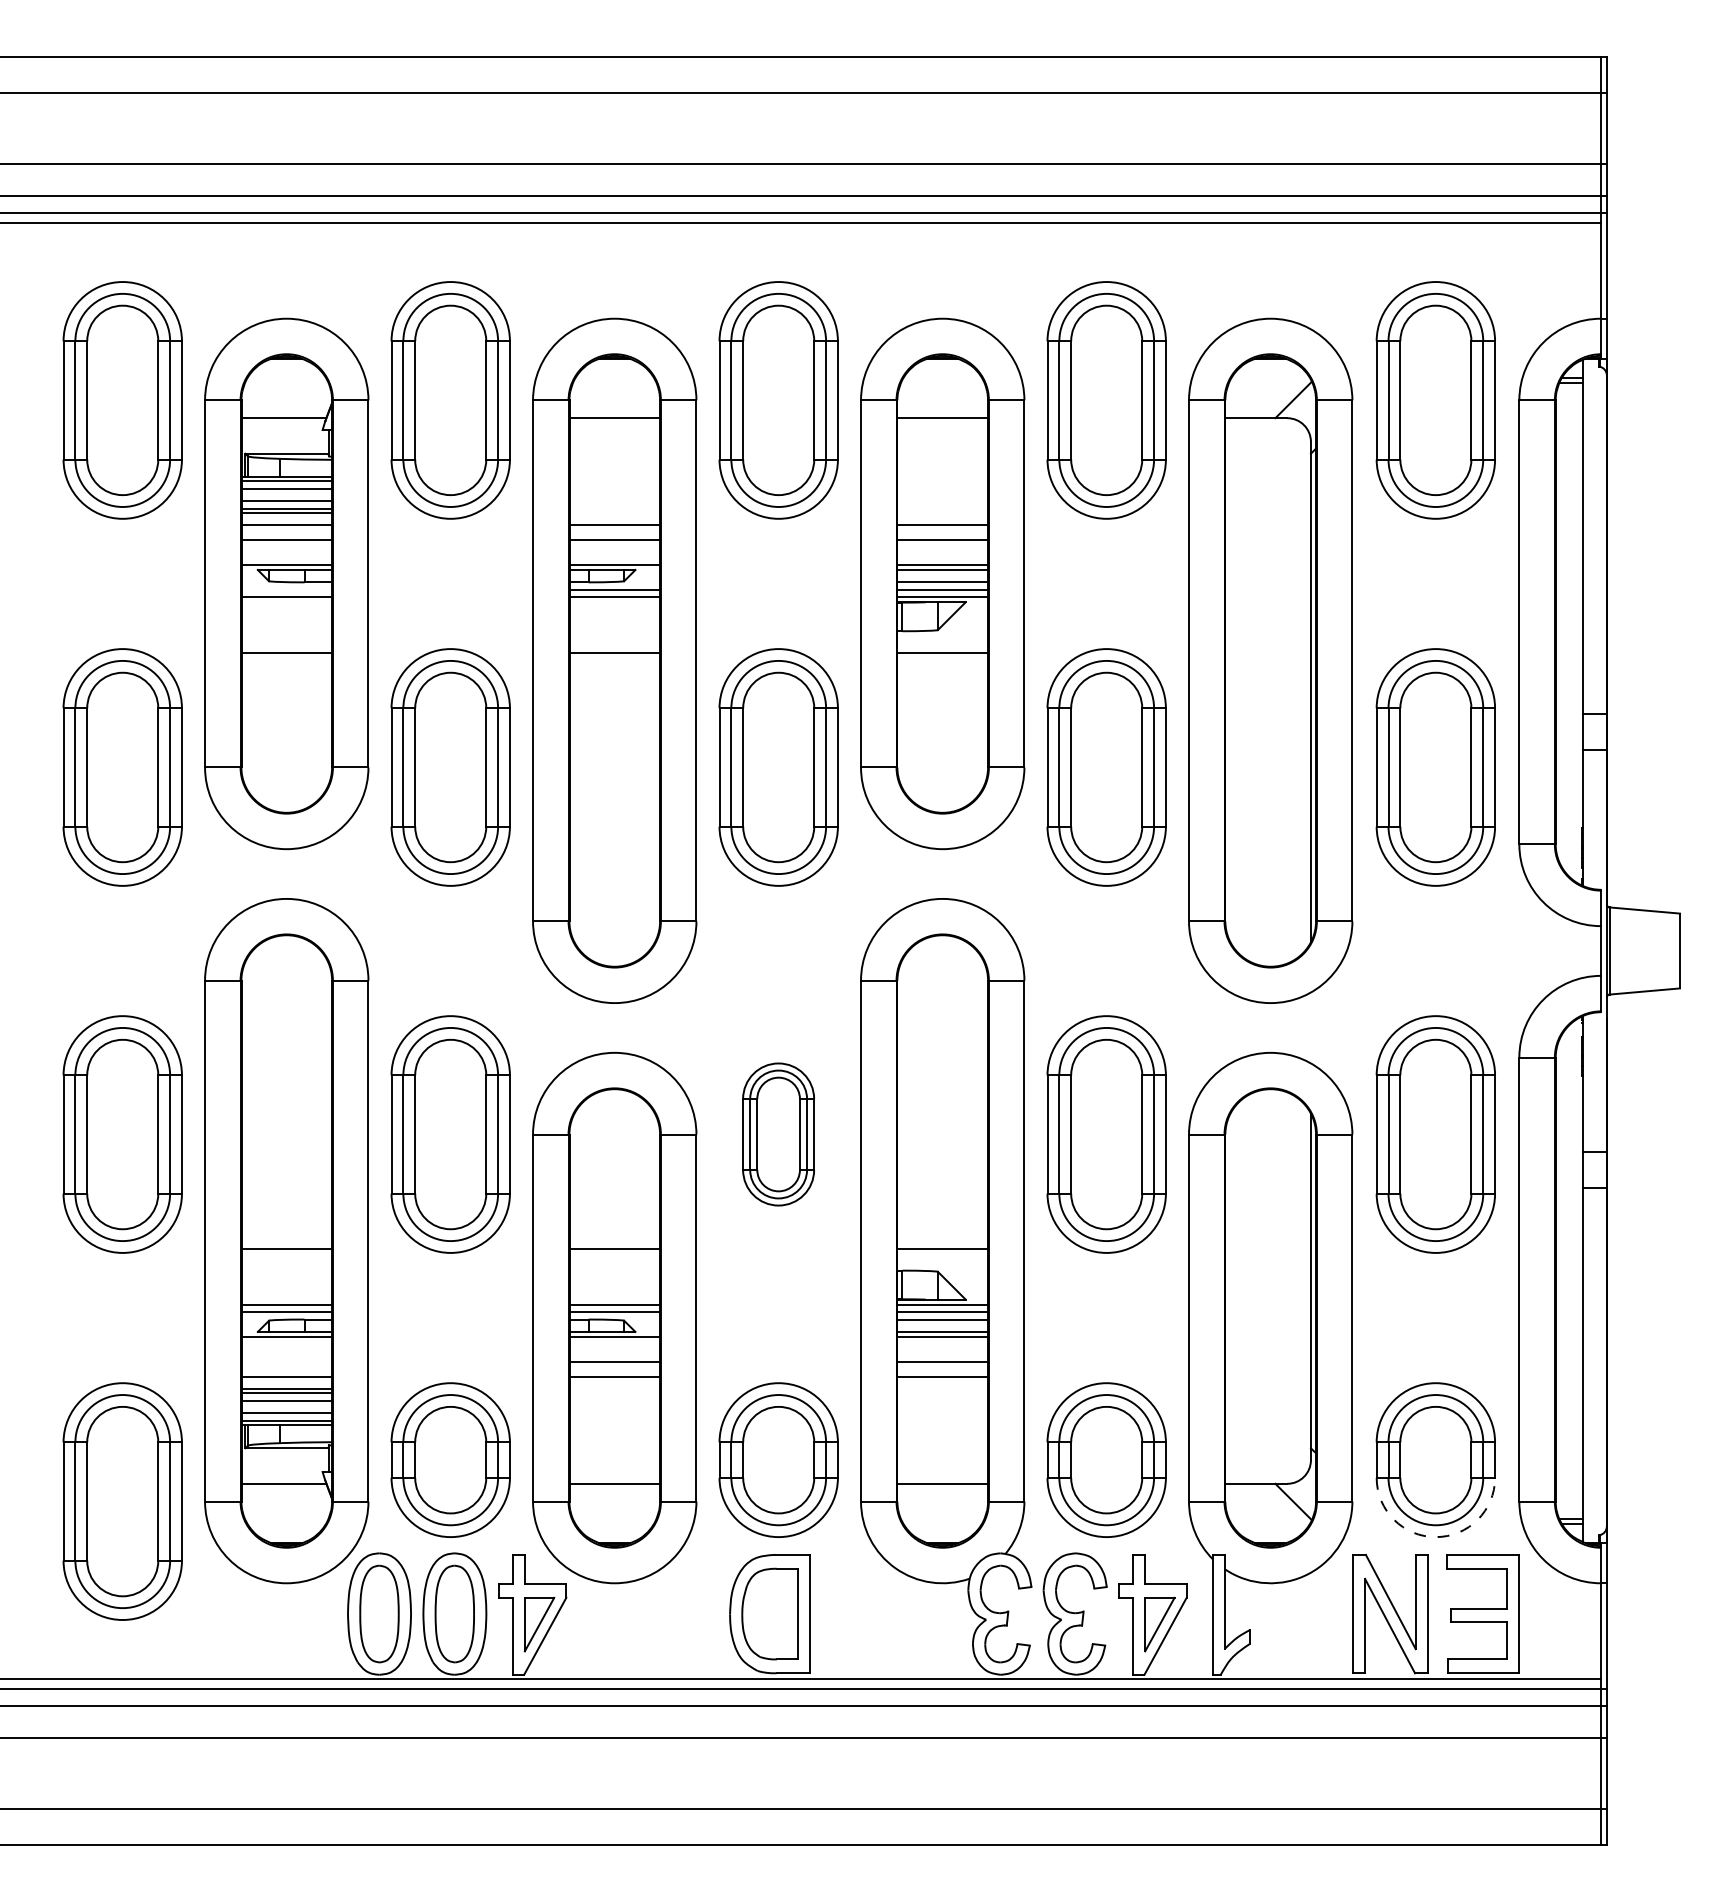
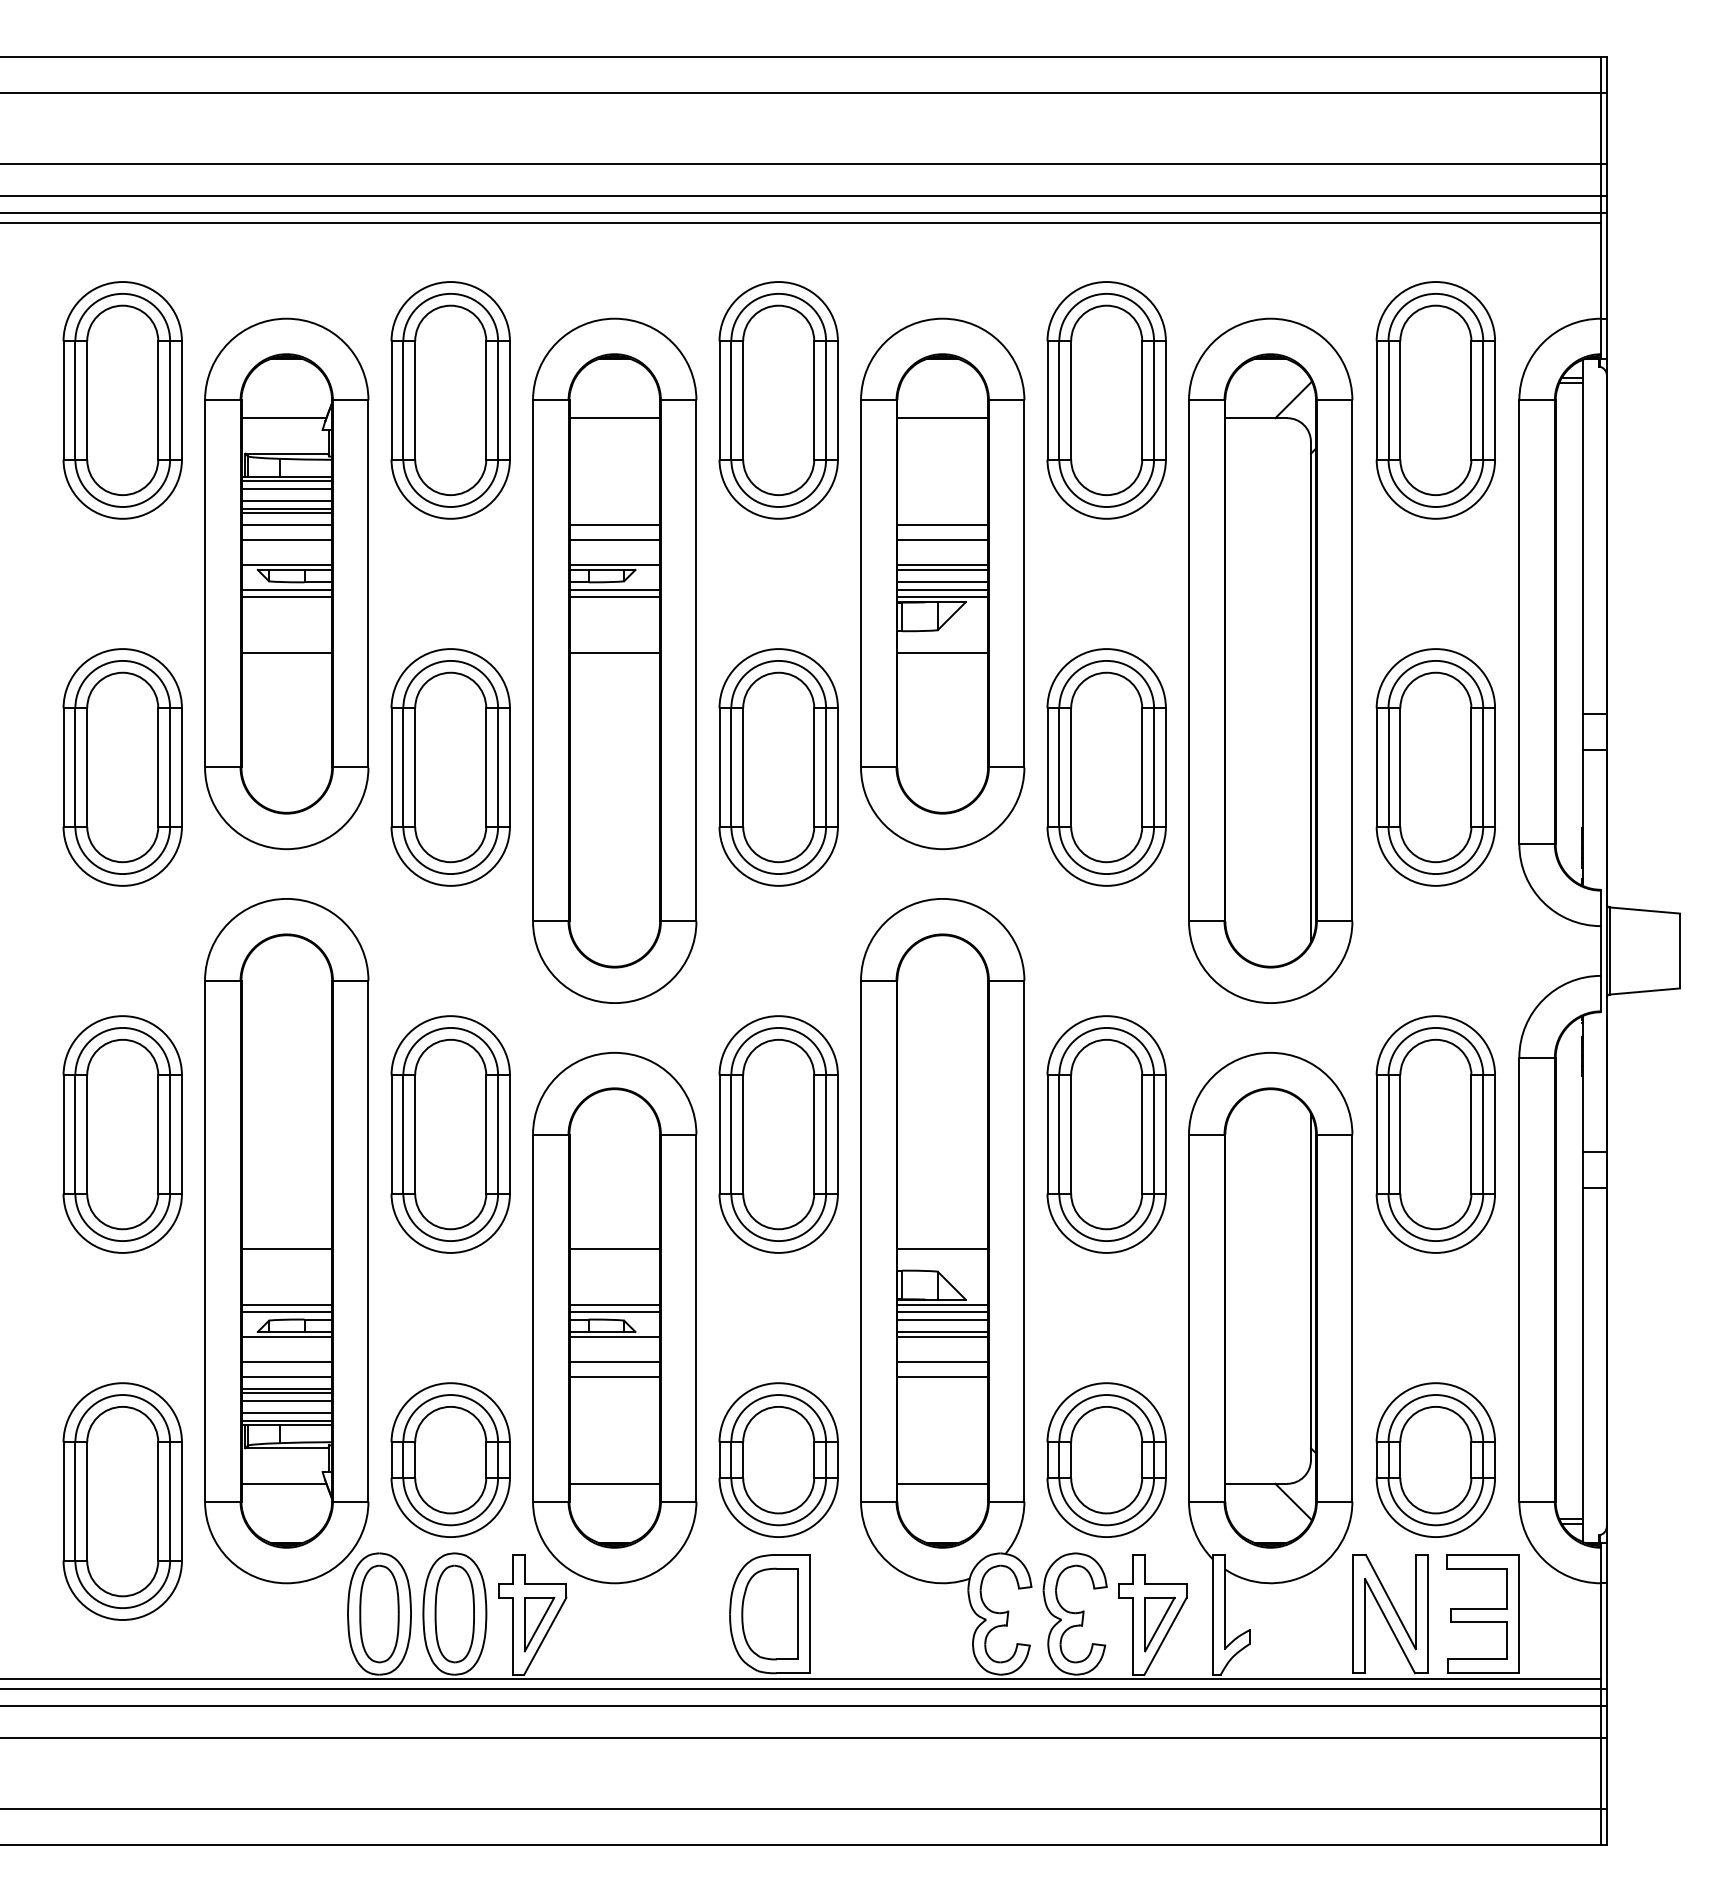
line at (286, 589): none -> present
part at (778, 1134) size: 73x145 px -> 121x239 px
line at (286, 1361): none -> present
arc at (1435, 1537): dashed -> solid
